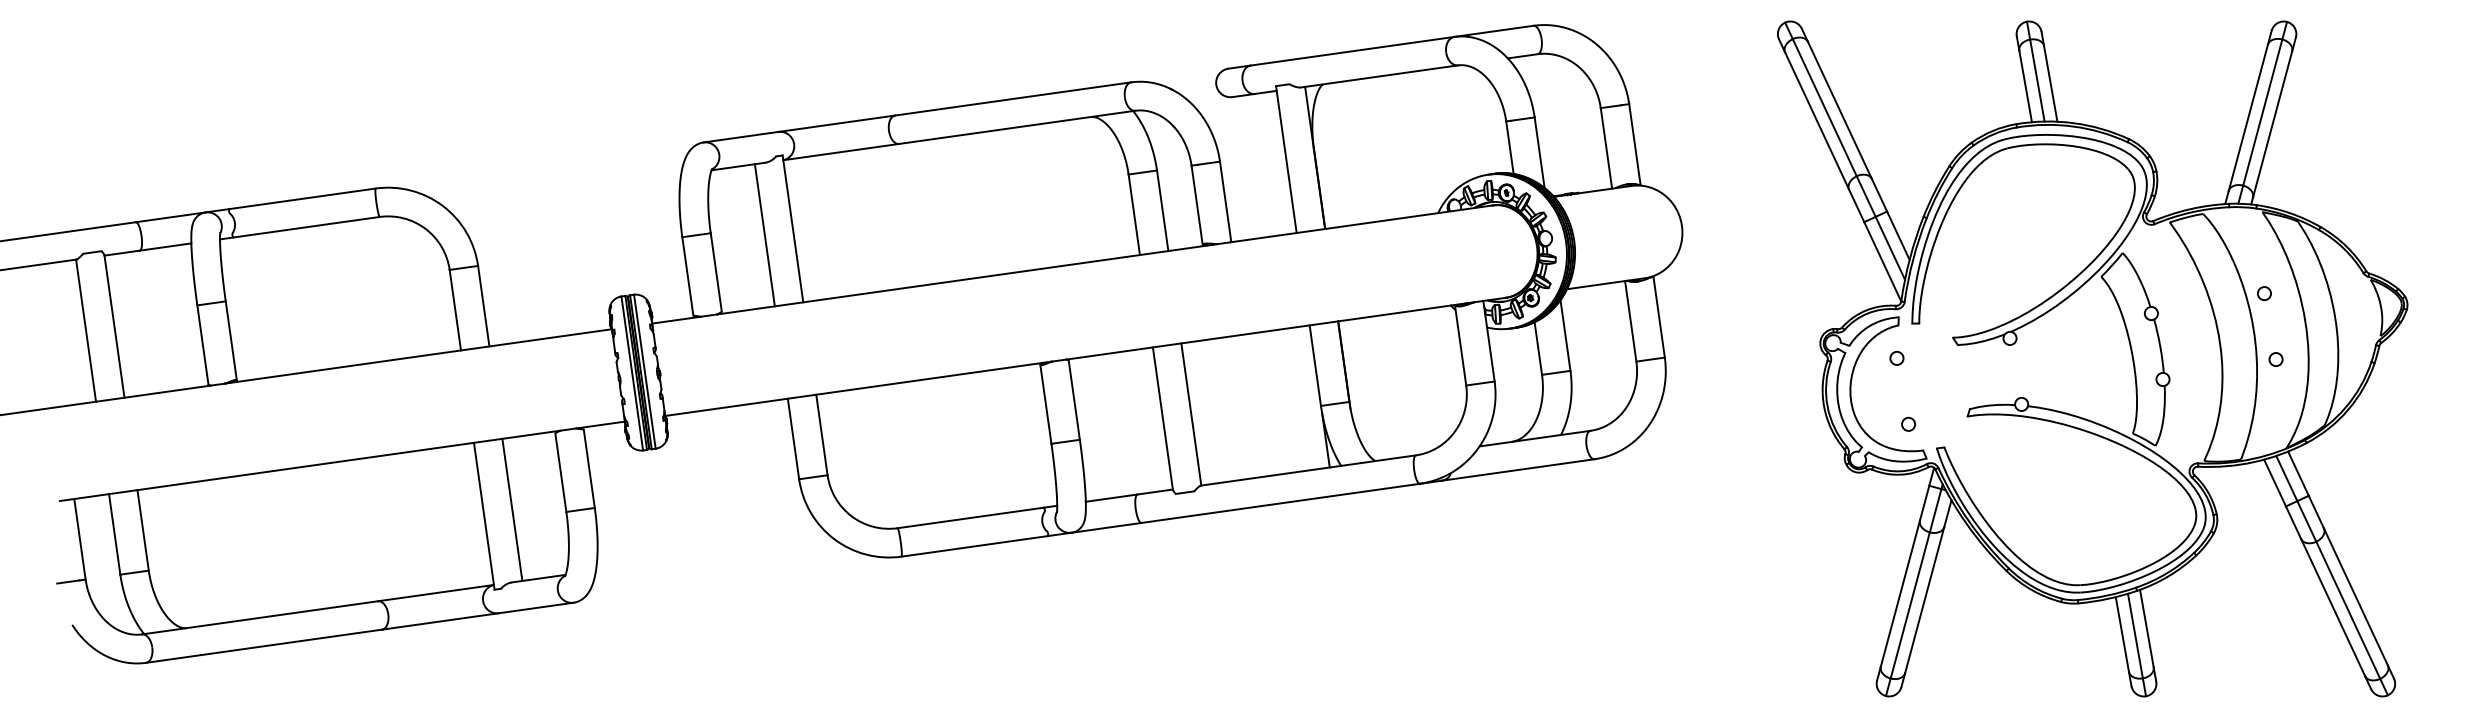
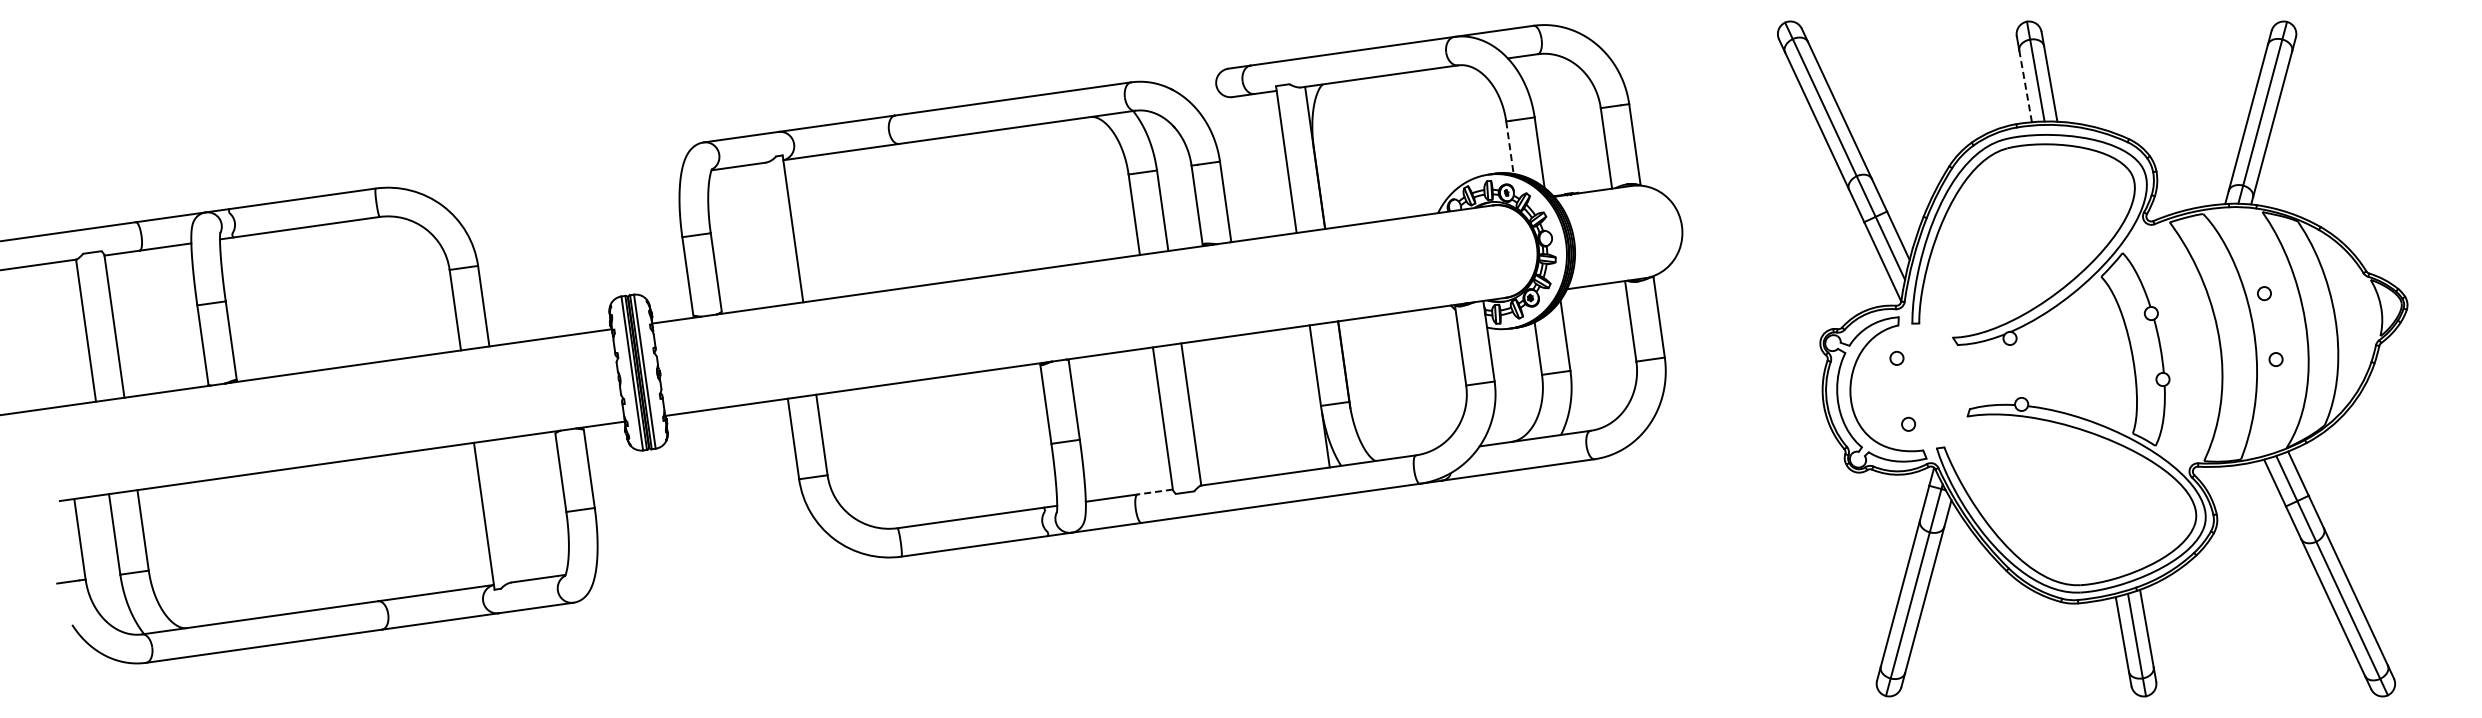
line at (2025, 85): solid -> dashed
line at (1509, 147): solid -> dashed
line at (764, 235): present -> none
line at (1155, 492): solid -> dashed
line at (512, 509): present -> none
